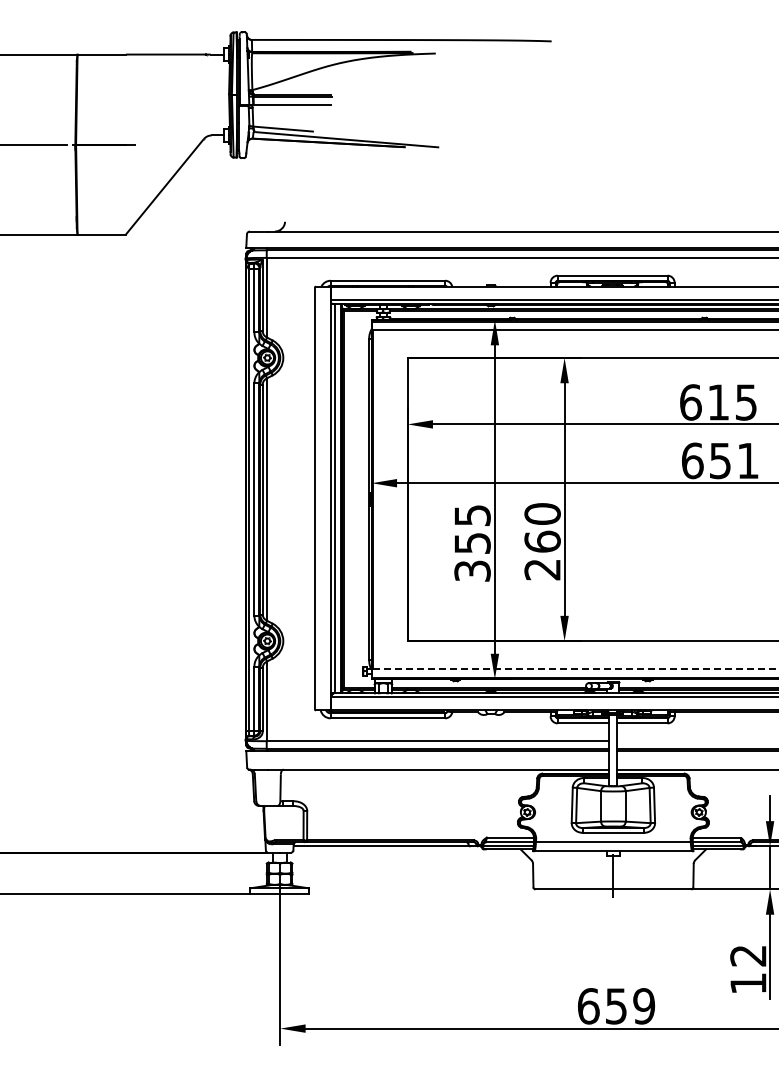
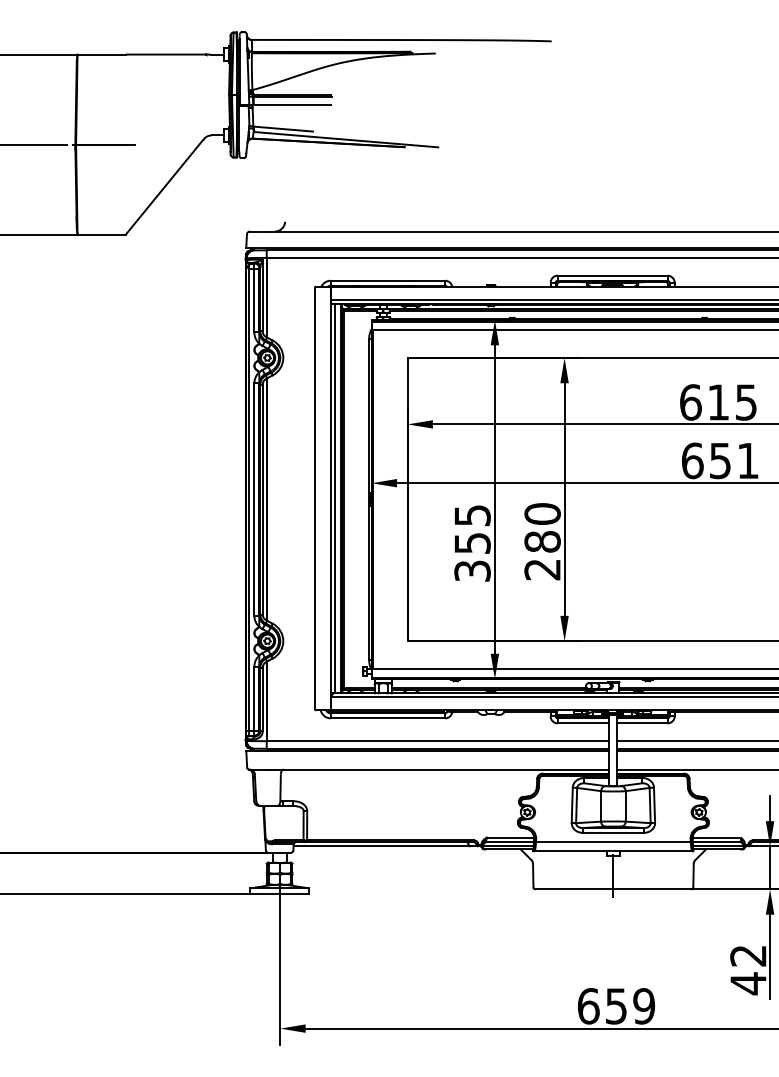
text at (542, 541): 260 -> 280
line at (575, 668): dashed -> solid
line at (696, 741): none -> present
text at (748, 983): 12 -> 42
